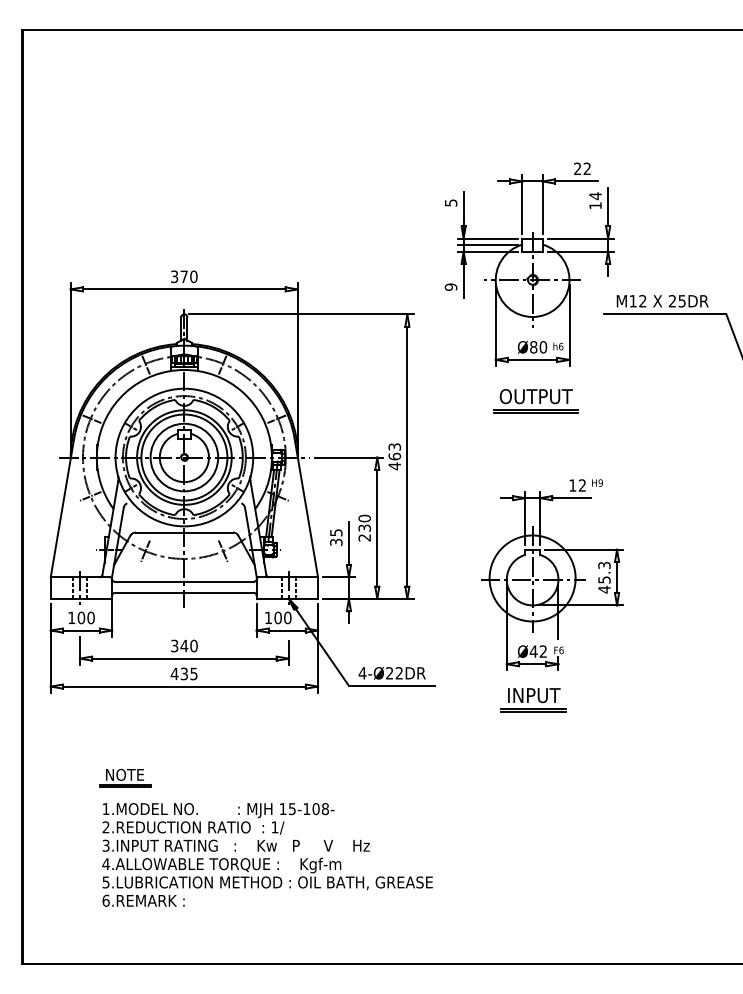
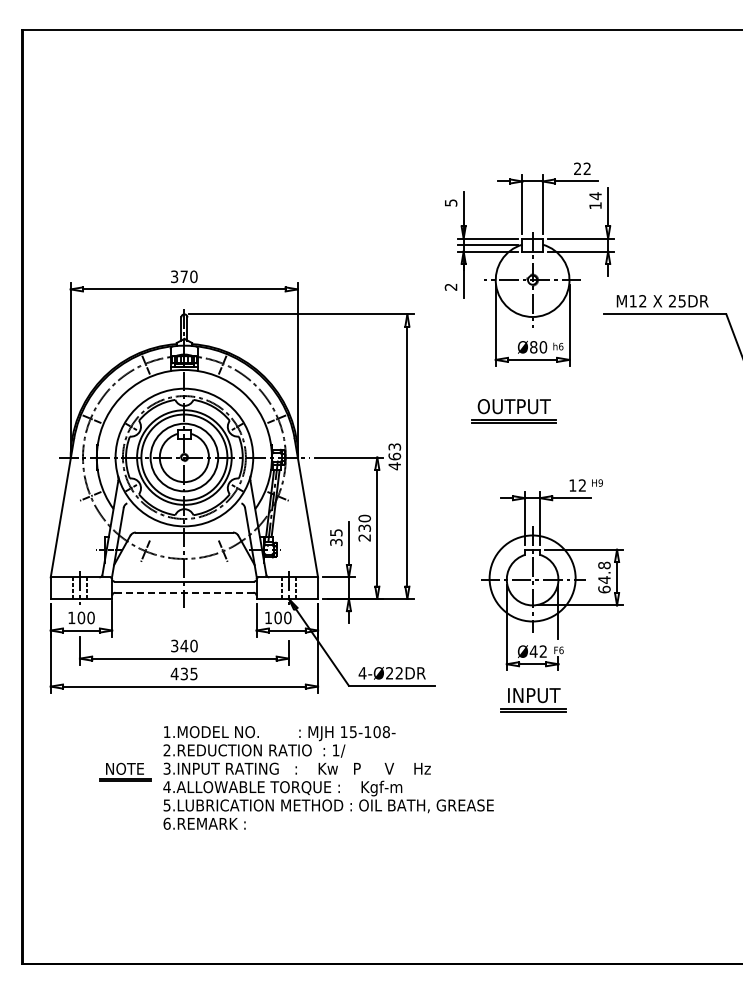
text at (450, 286): 9 -> 2
part at (535, 401) position: (535, 401) -> (513, 411)
text at (604, 577): 45.3 -> 64.8
line at (184, 592): solid -> dashed
part at (125, 777) position: (125, 777) -> (125, 771)
text at (267, 854) position: (267, 854) -> (328, 777)
